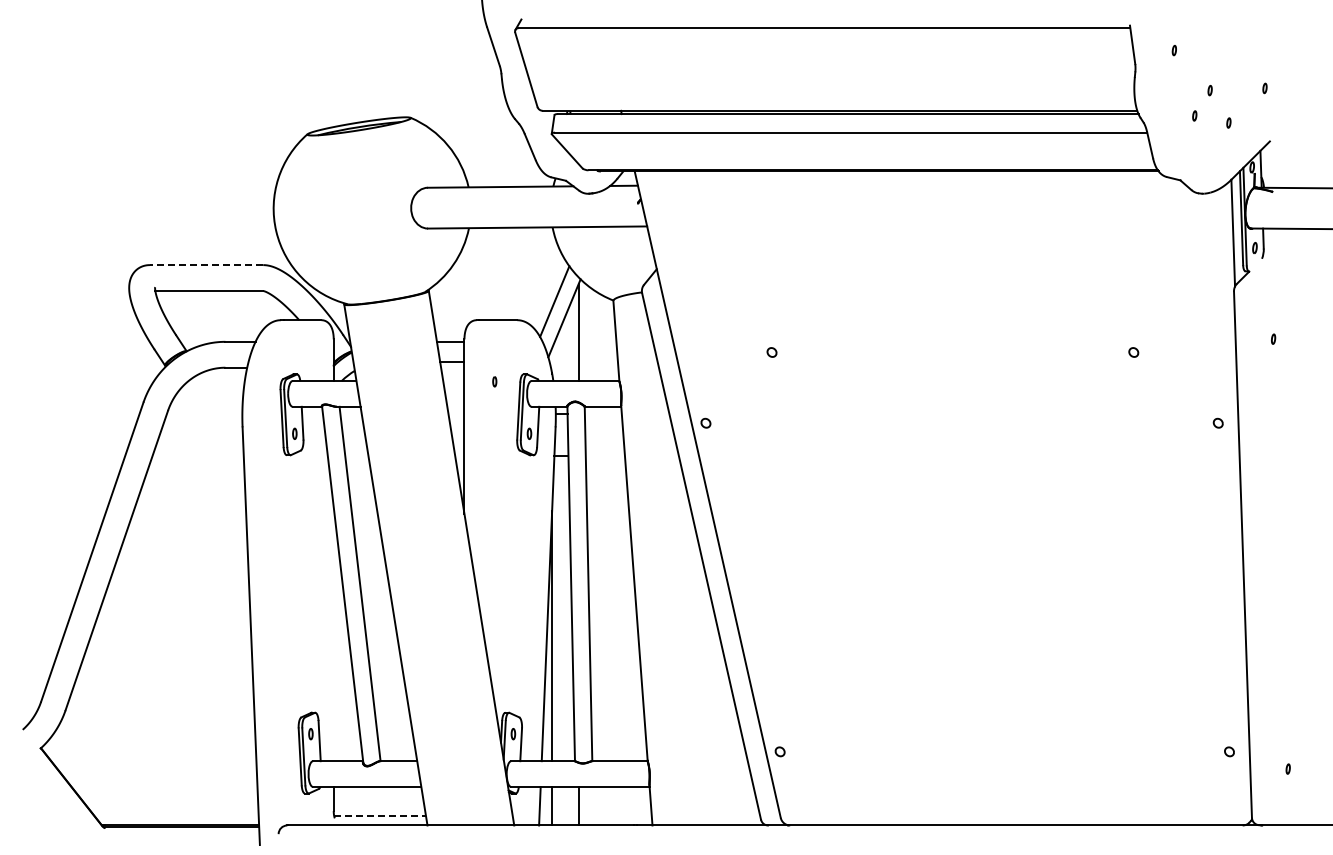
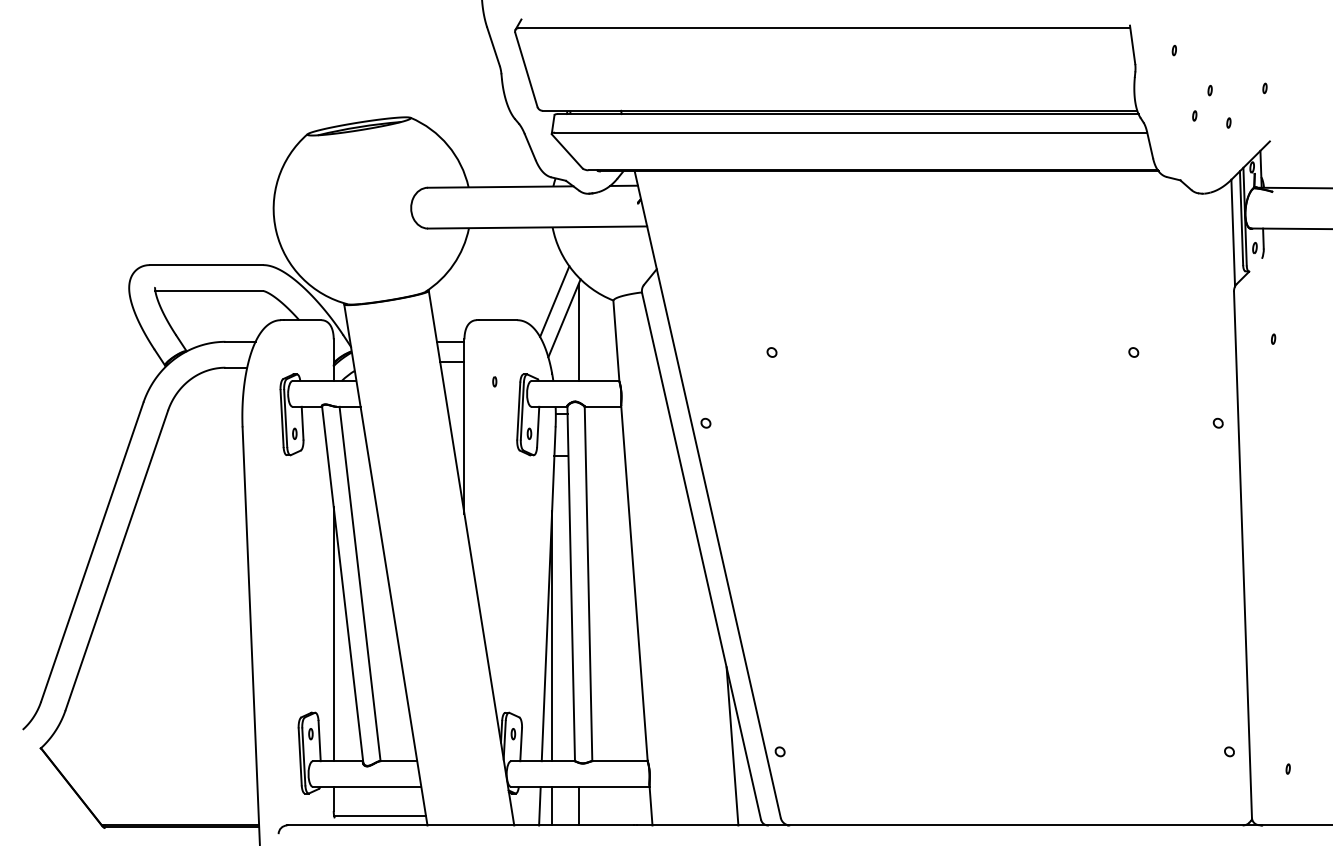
line at (206, 265): dashed -> solid
line at (333, 634): none -> present
line at (732, 746): none -> present
line at (380, 815): dashed -> solid
